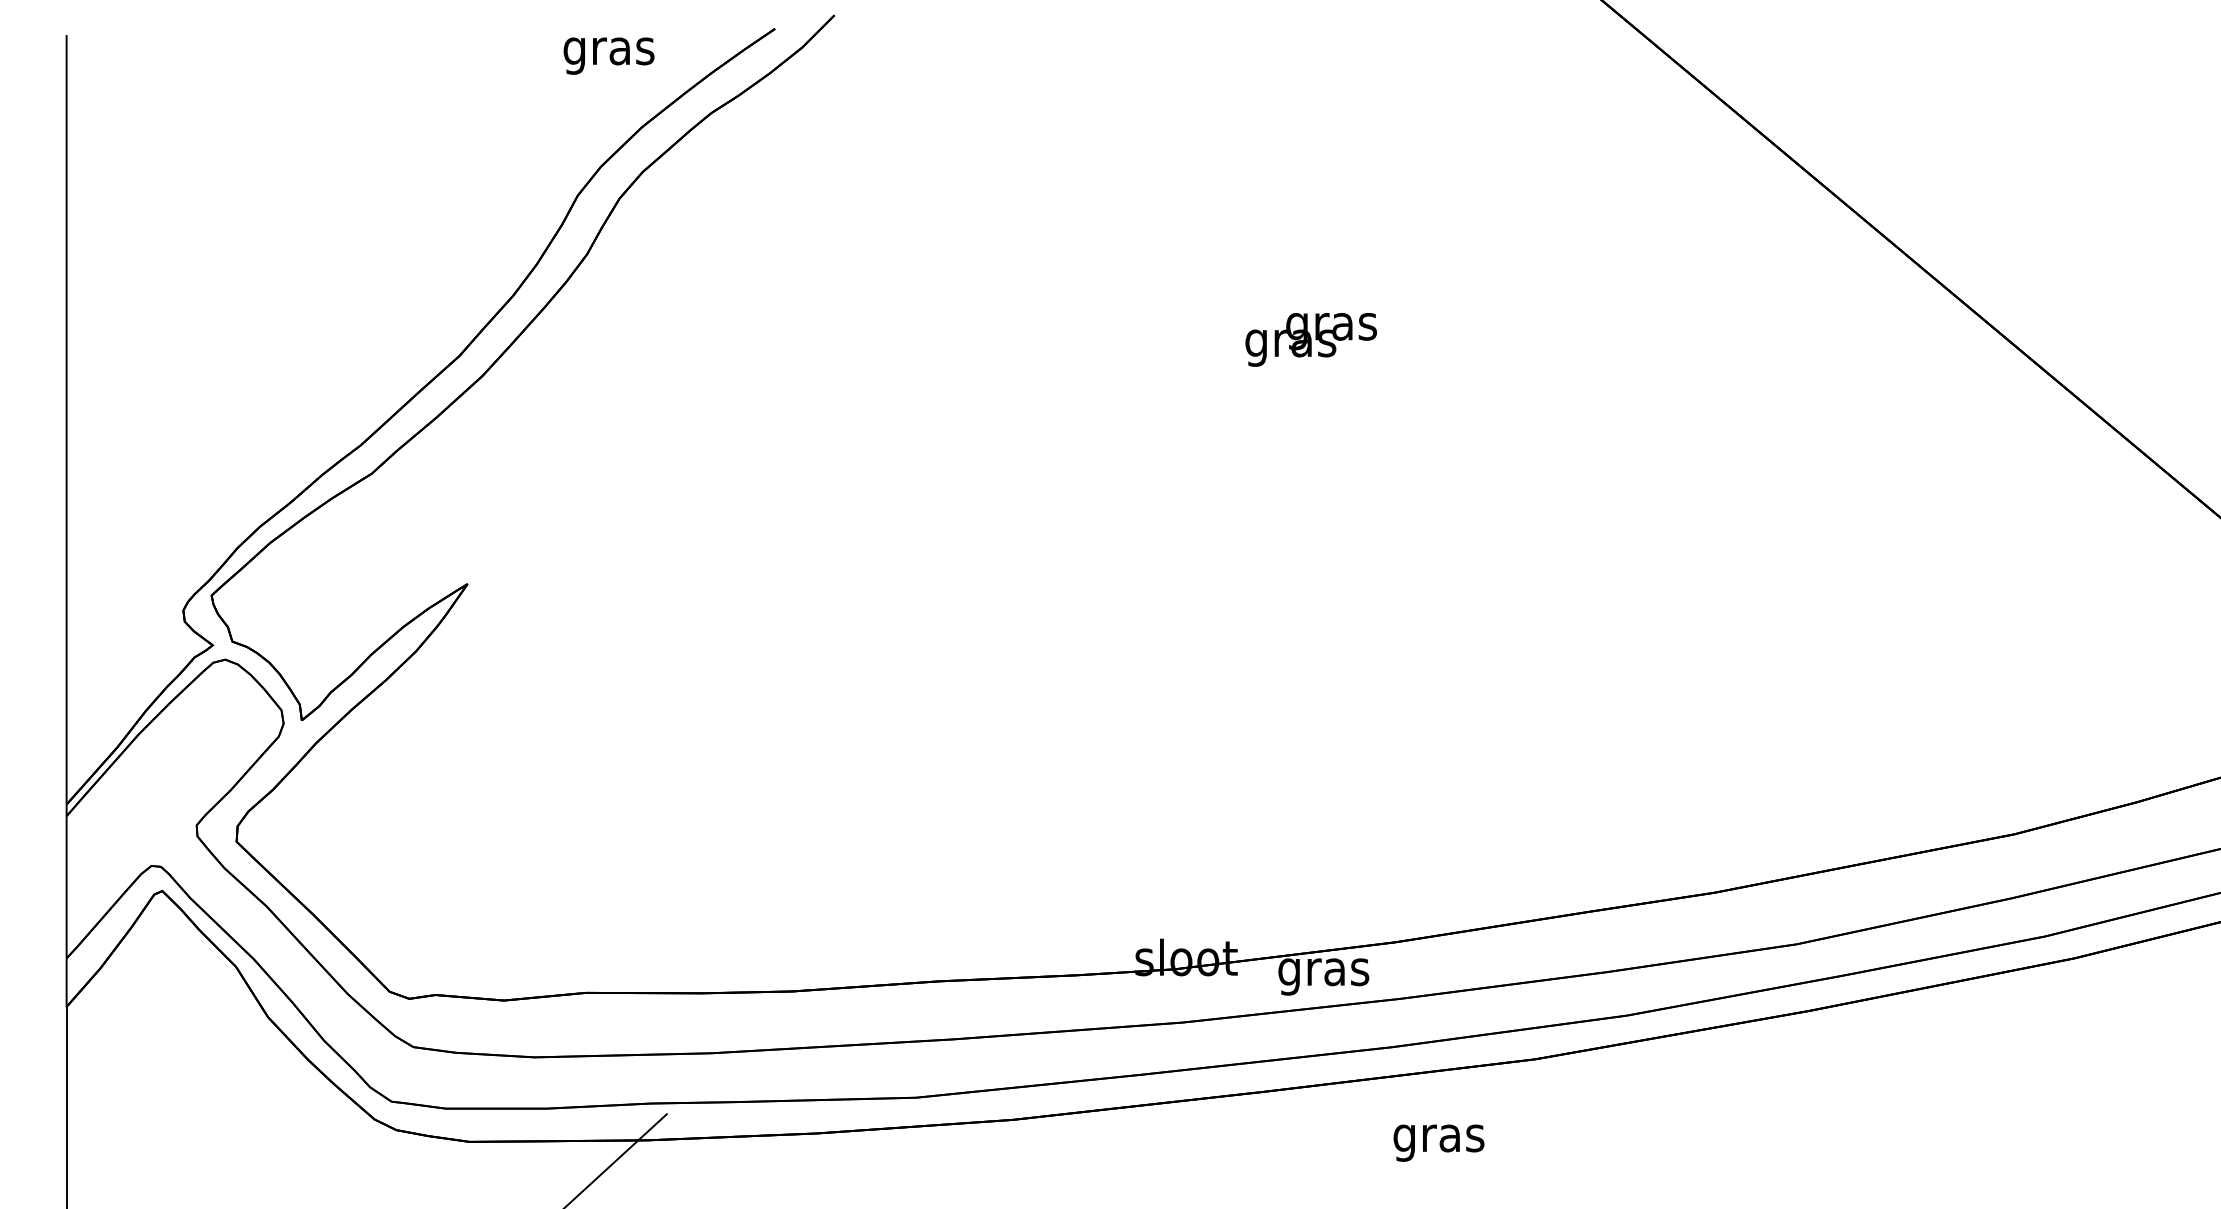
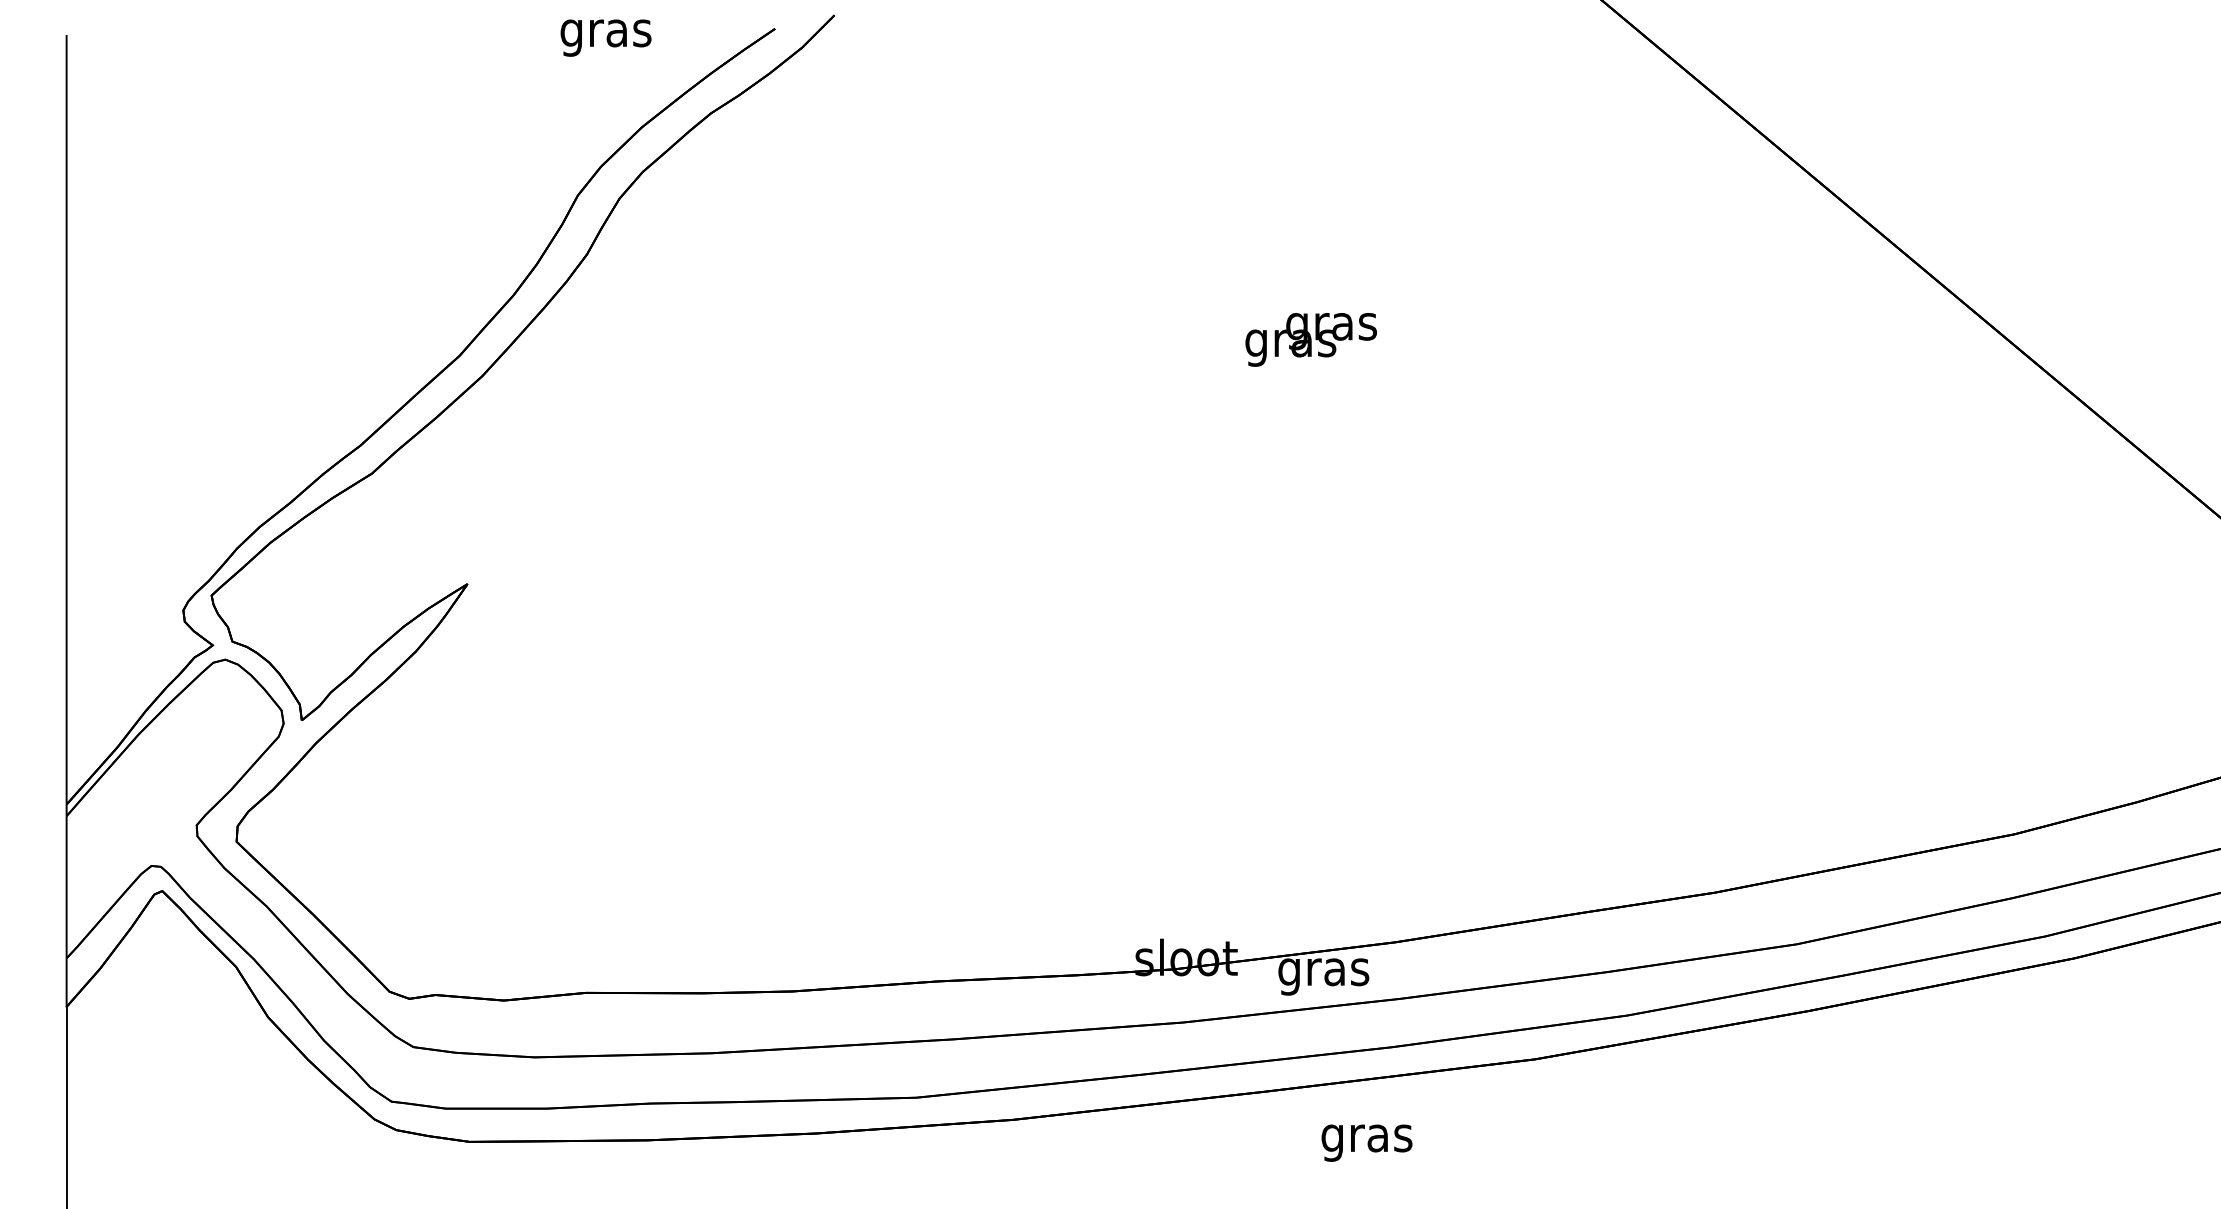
text at (608, 55) position: (608, 55) -> (605, 37)
text at (1438, 1142) position: (1438, 1142) -> (1366, 1142)
line at (616, 1159): present -> none
